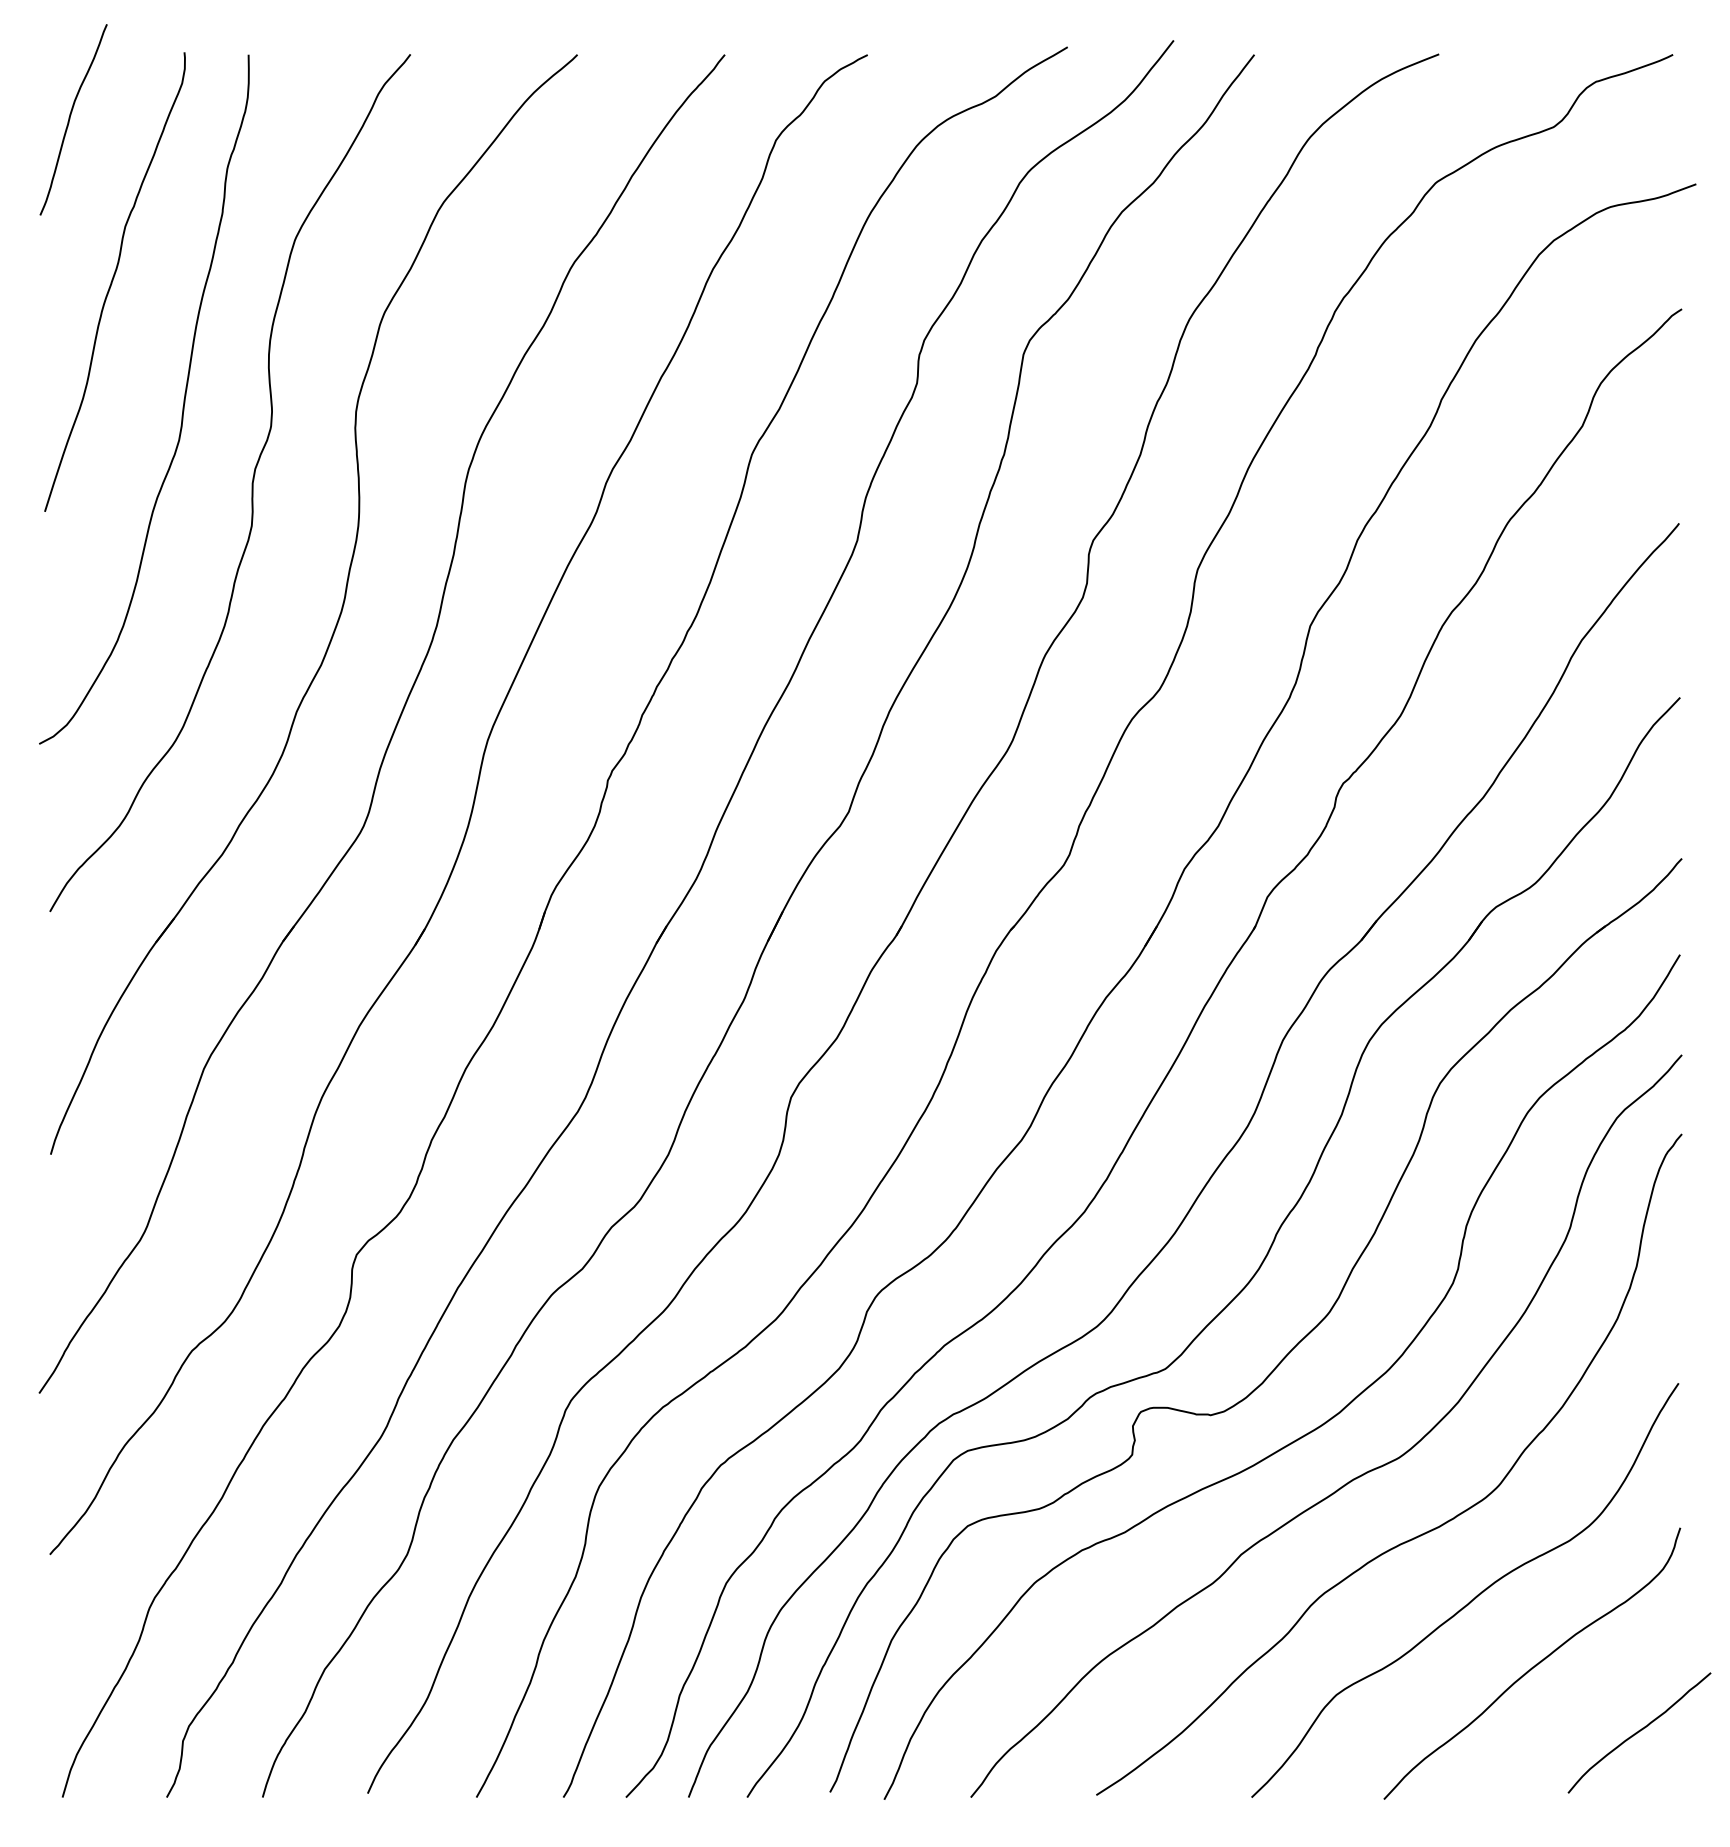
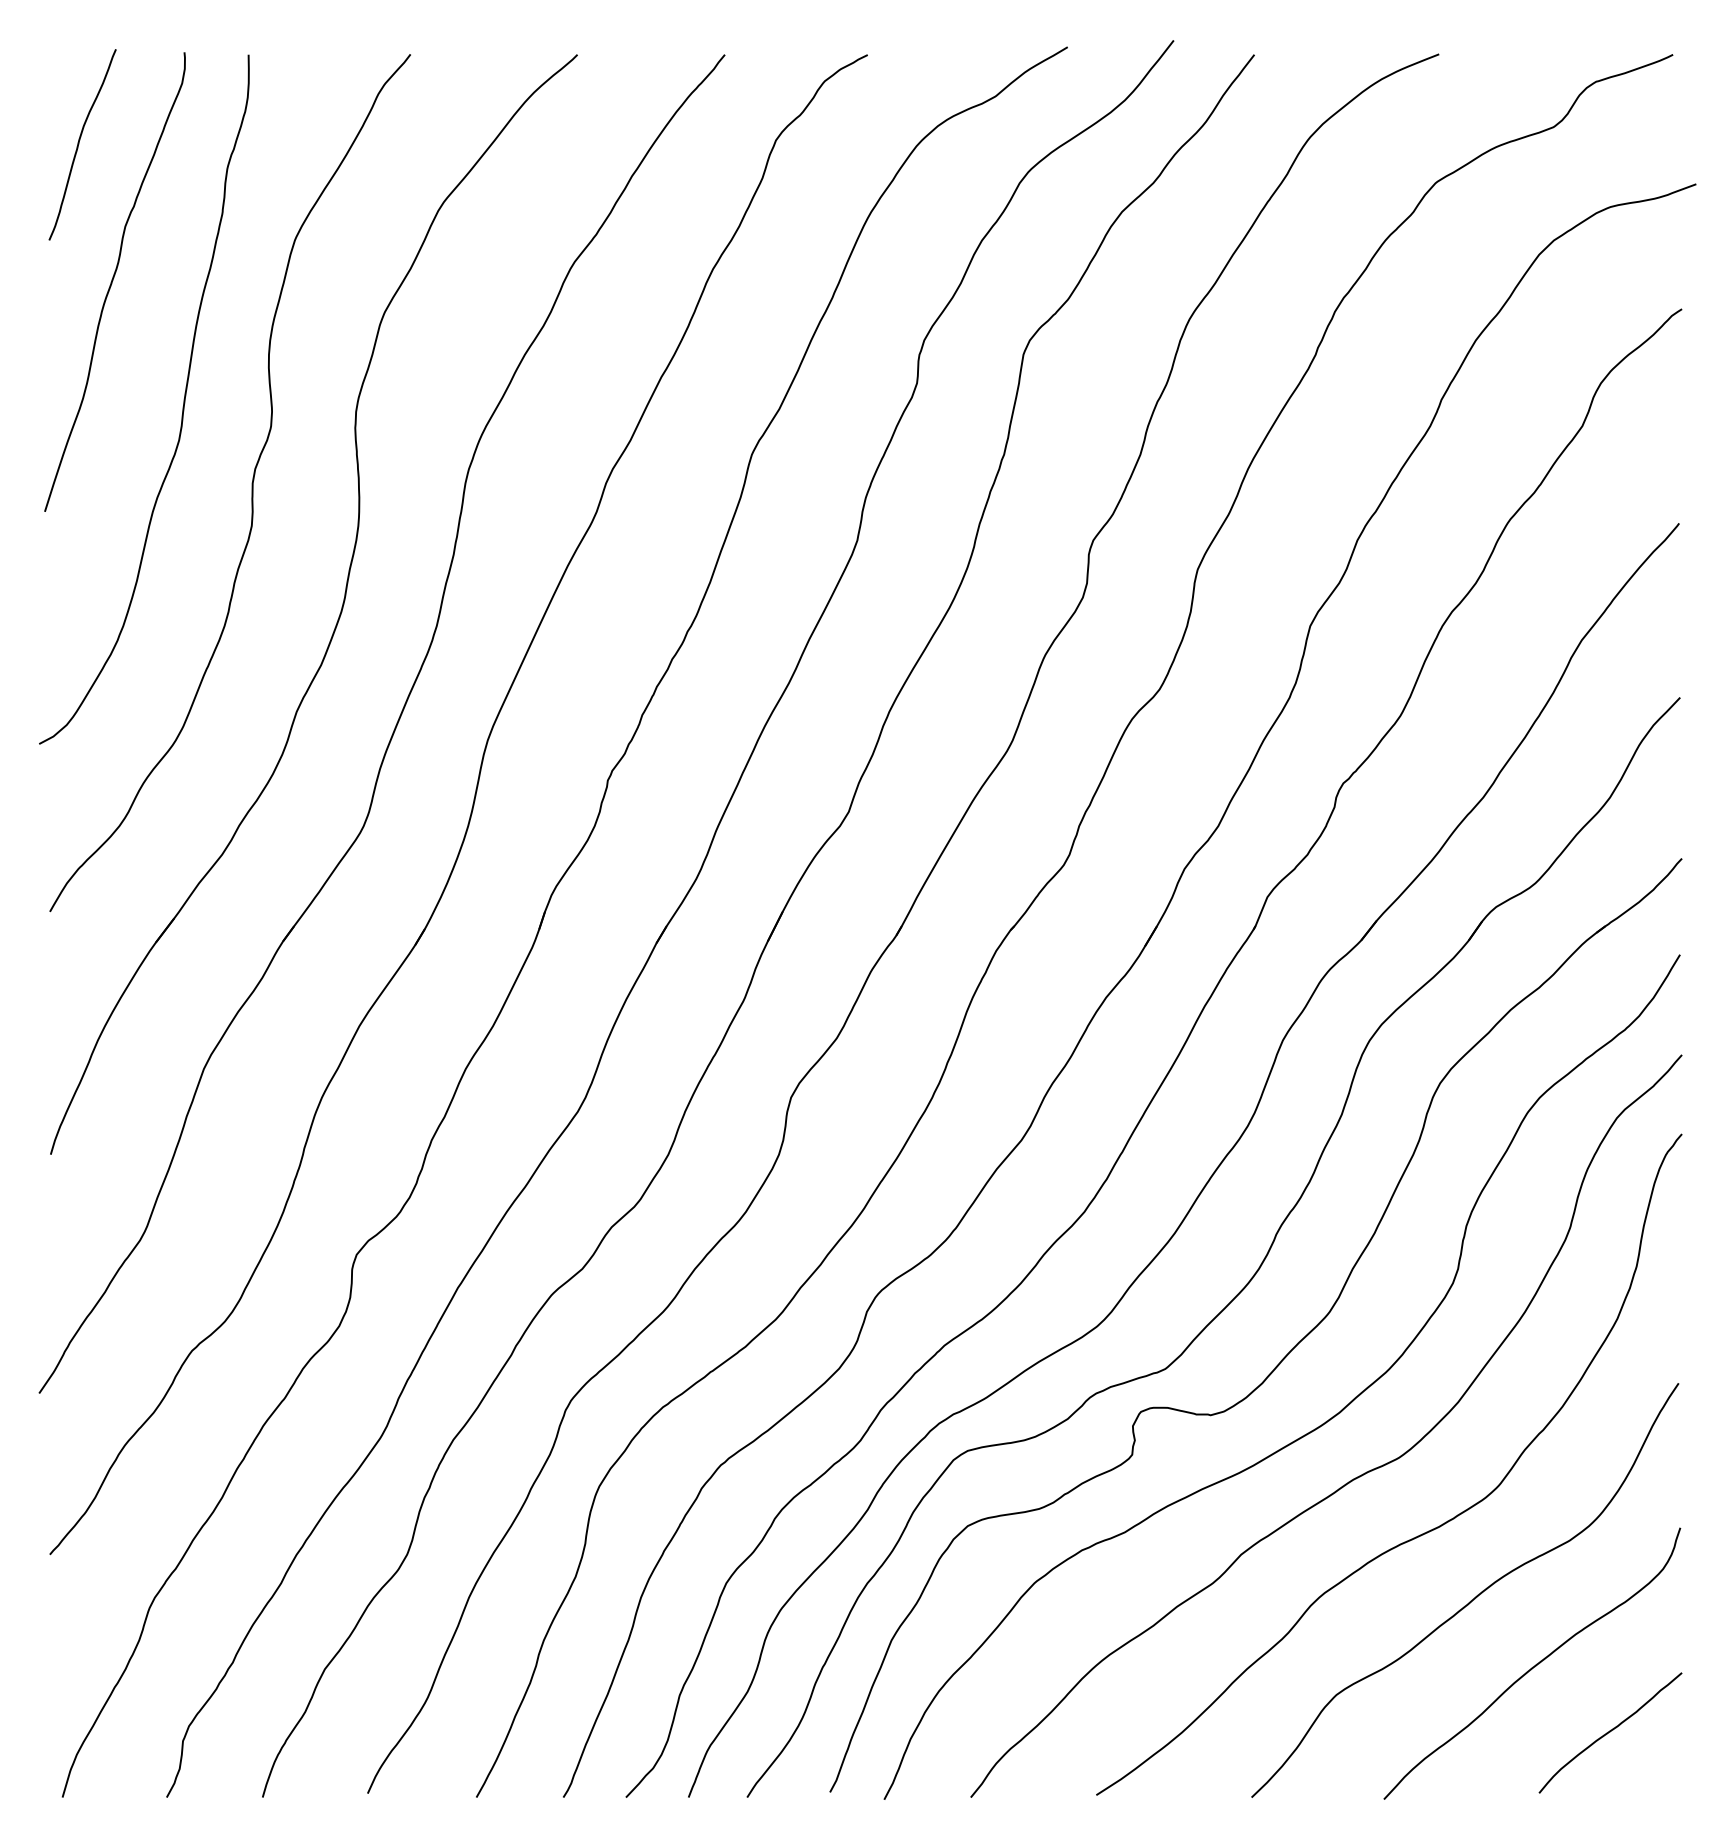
curve at (70, 119) position: (70, 119) -> (79, 144)
curve at (1639, 1732) position: (1639, 1732) -> (1610, 1732)
